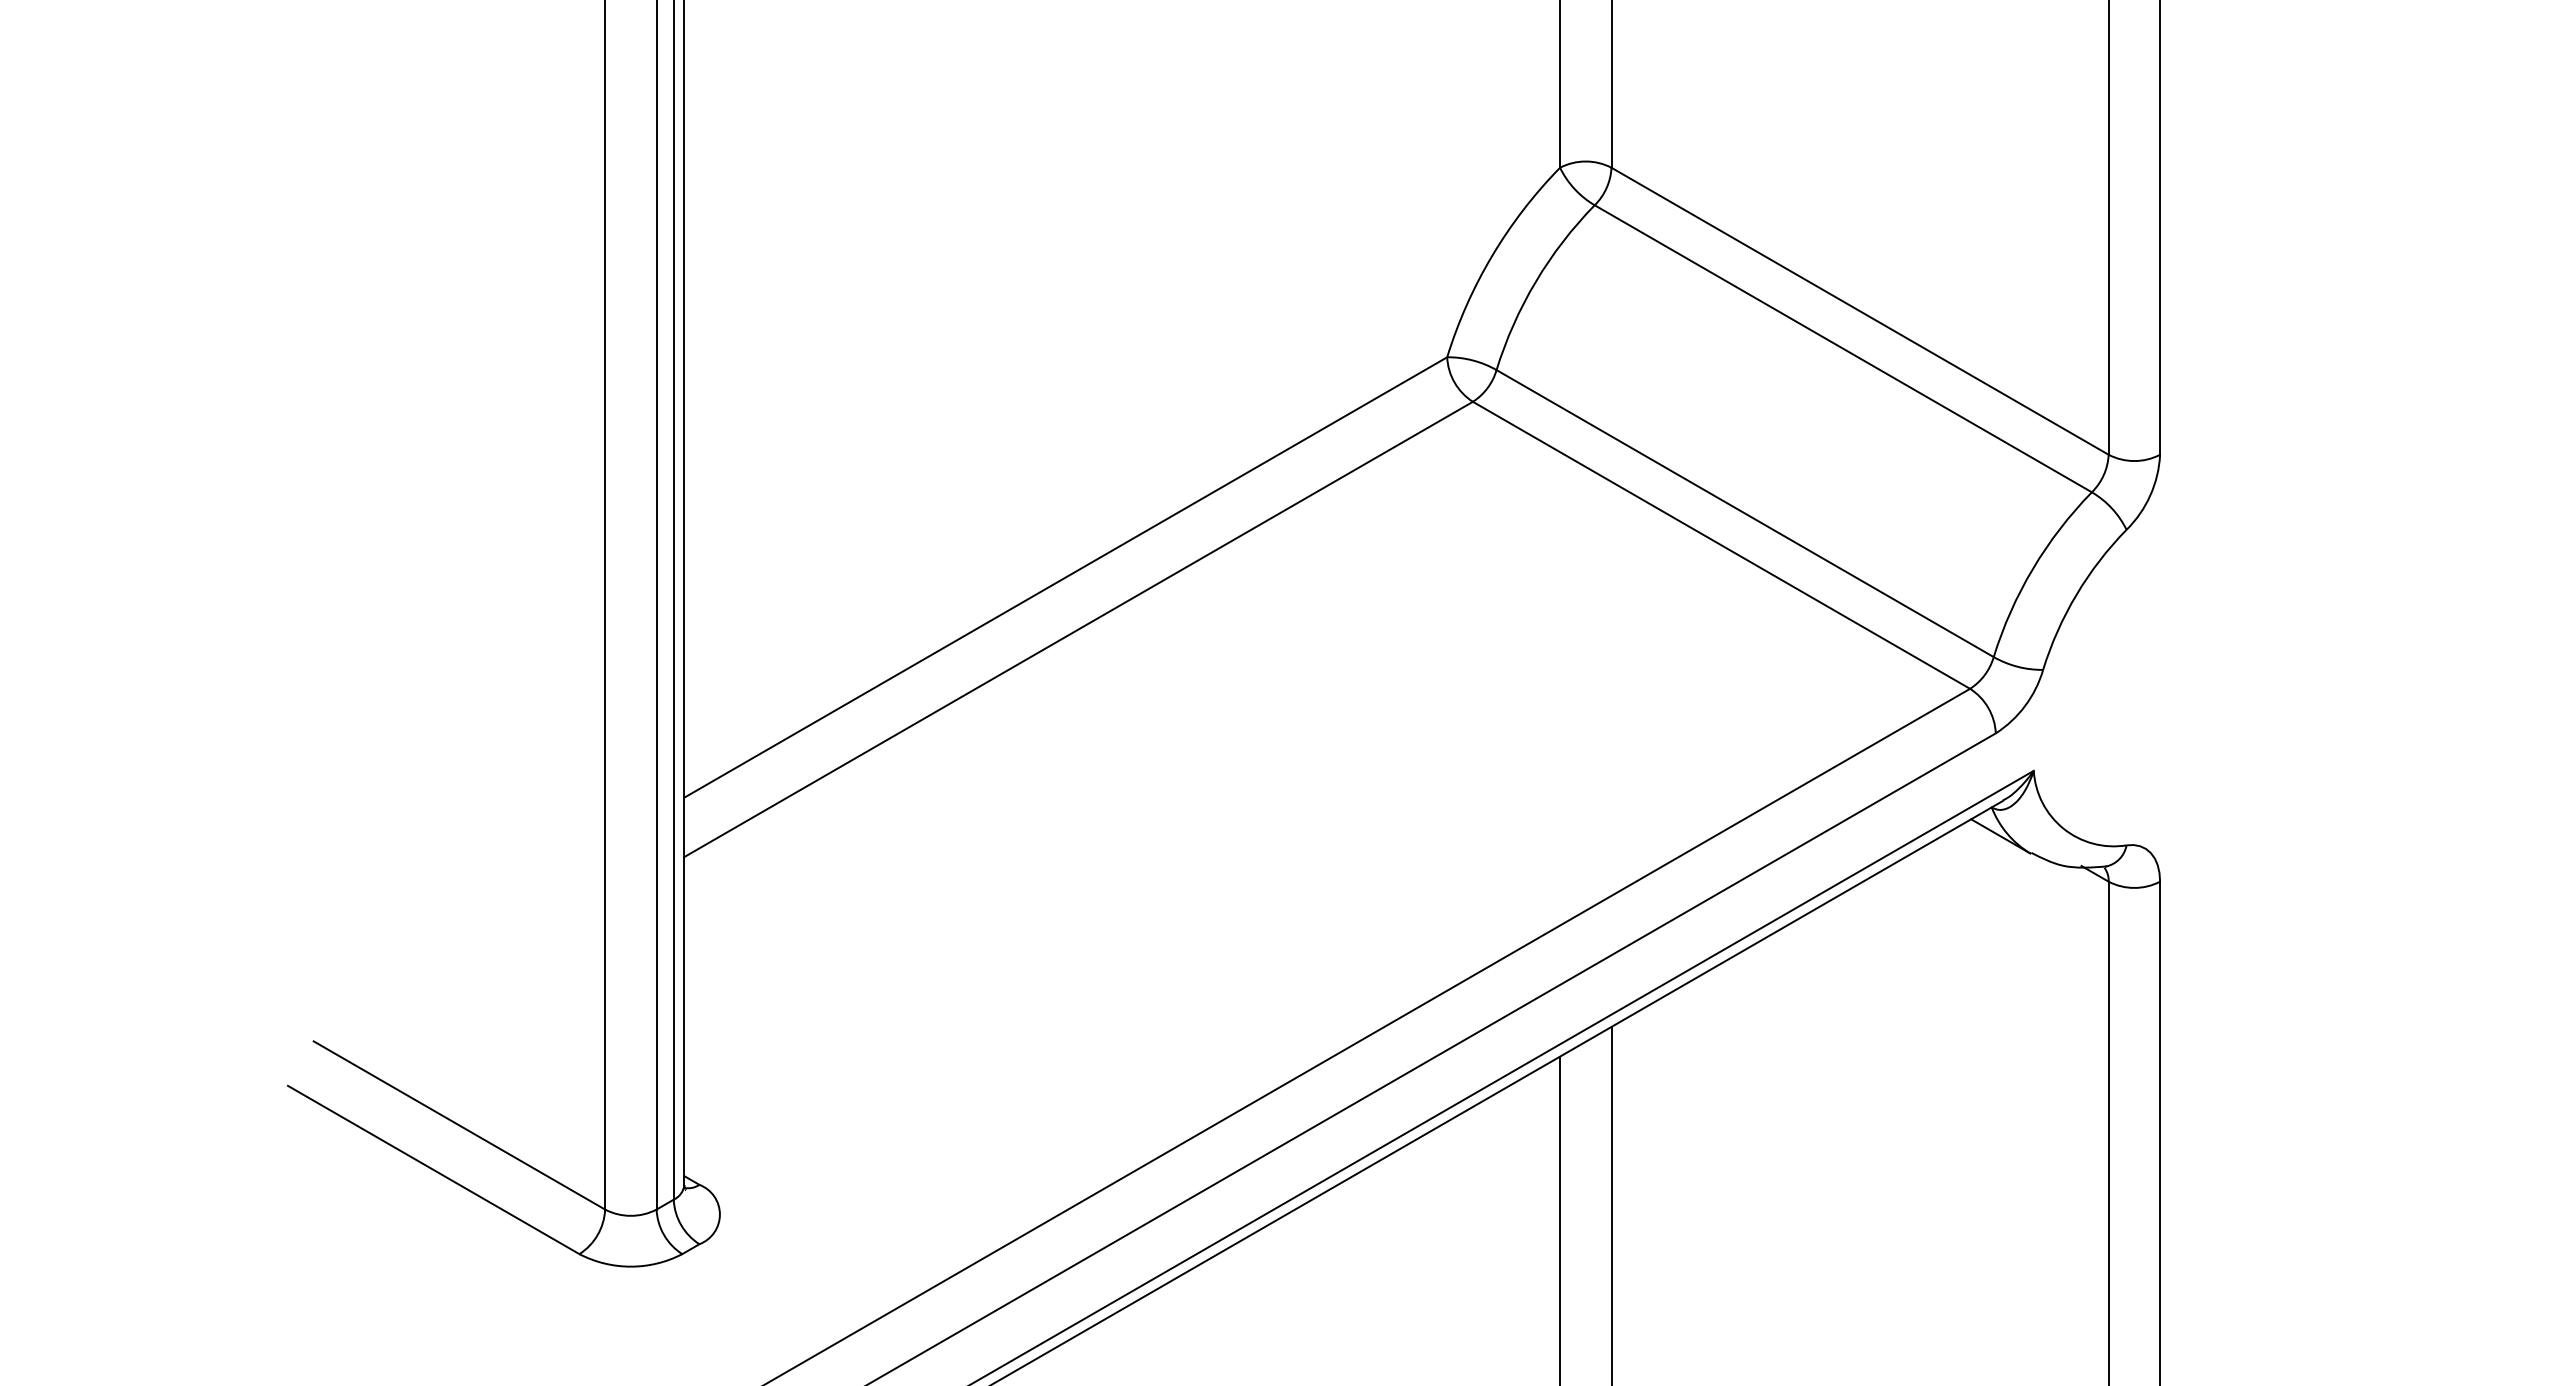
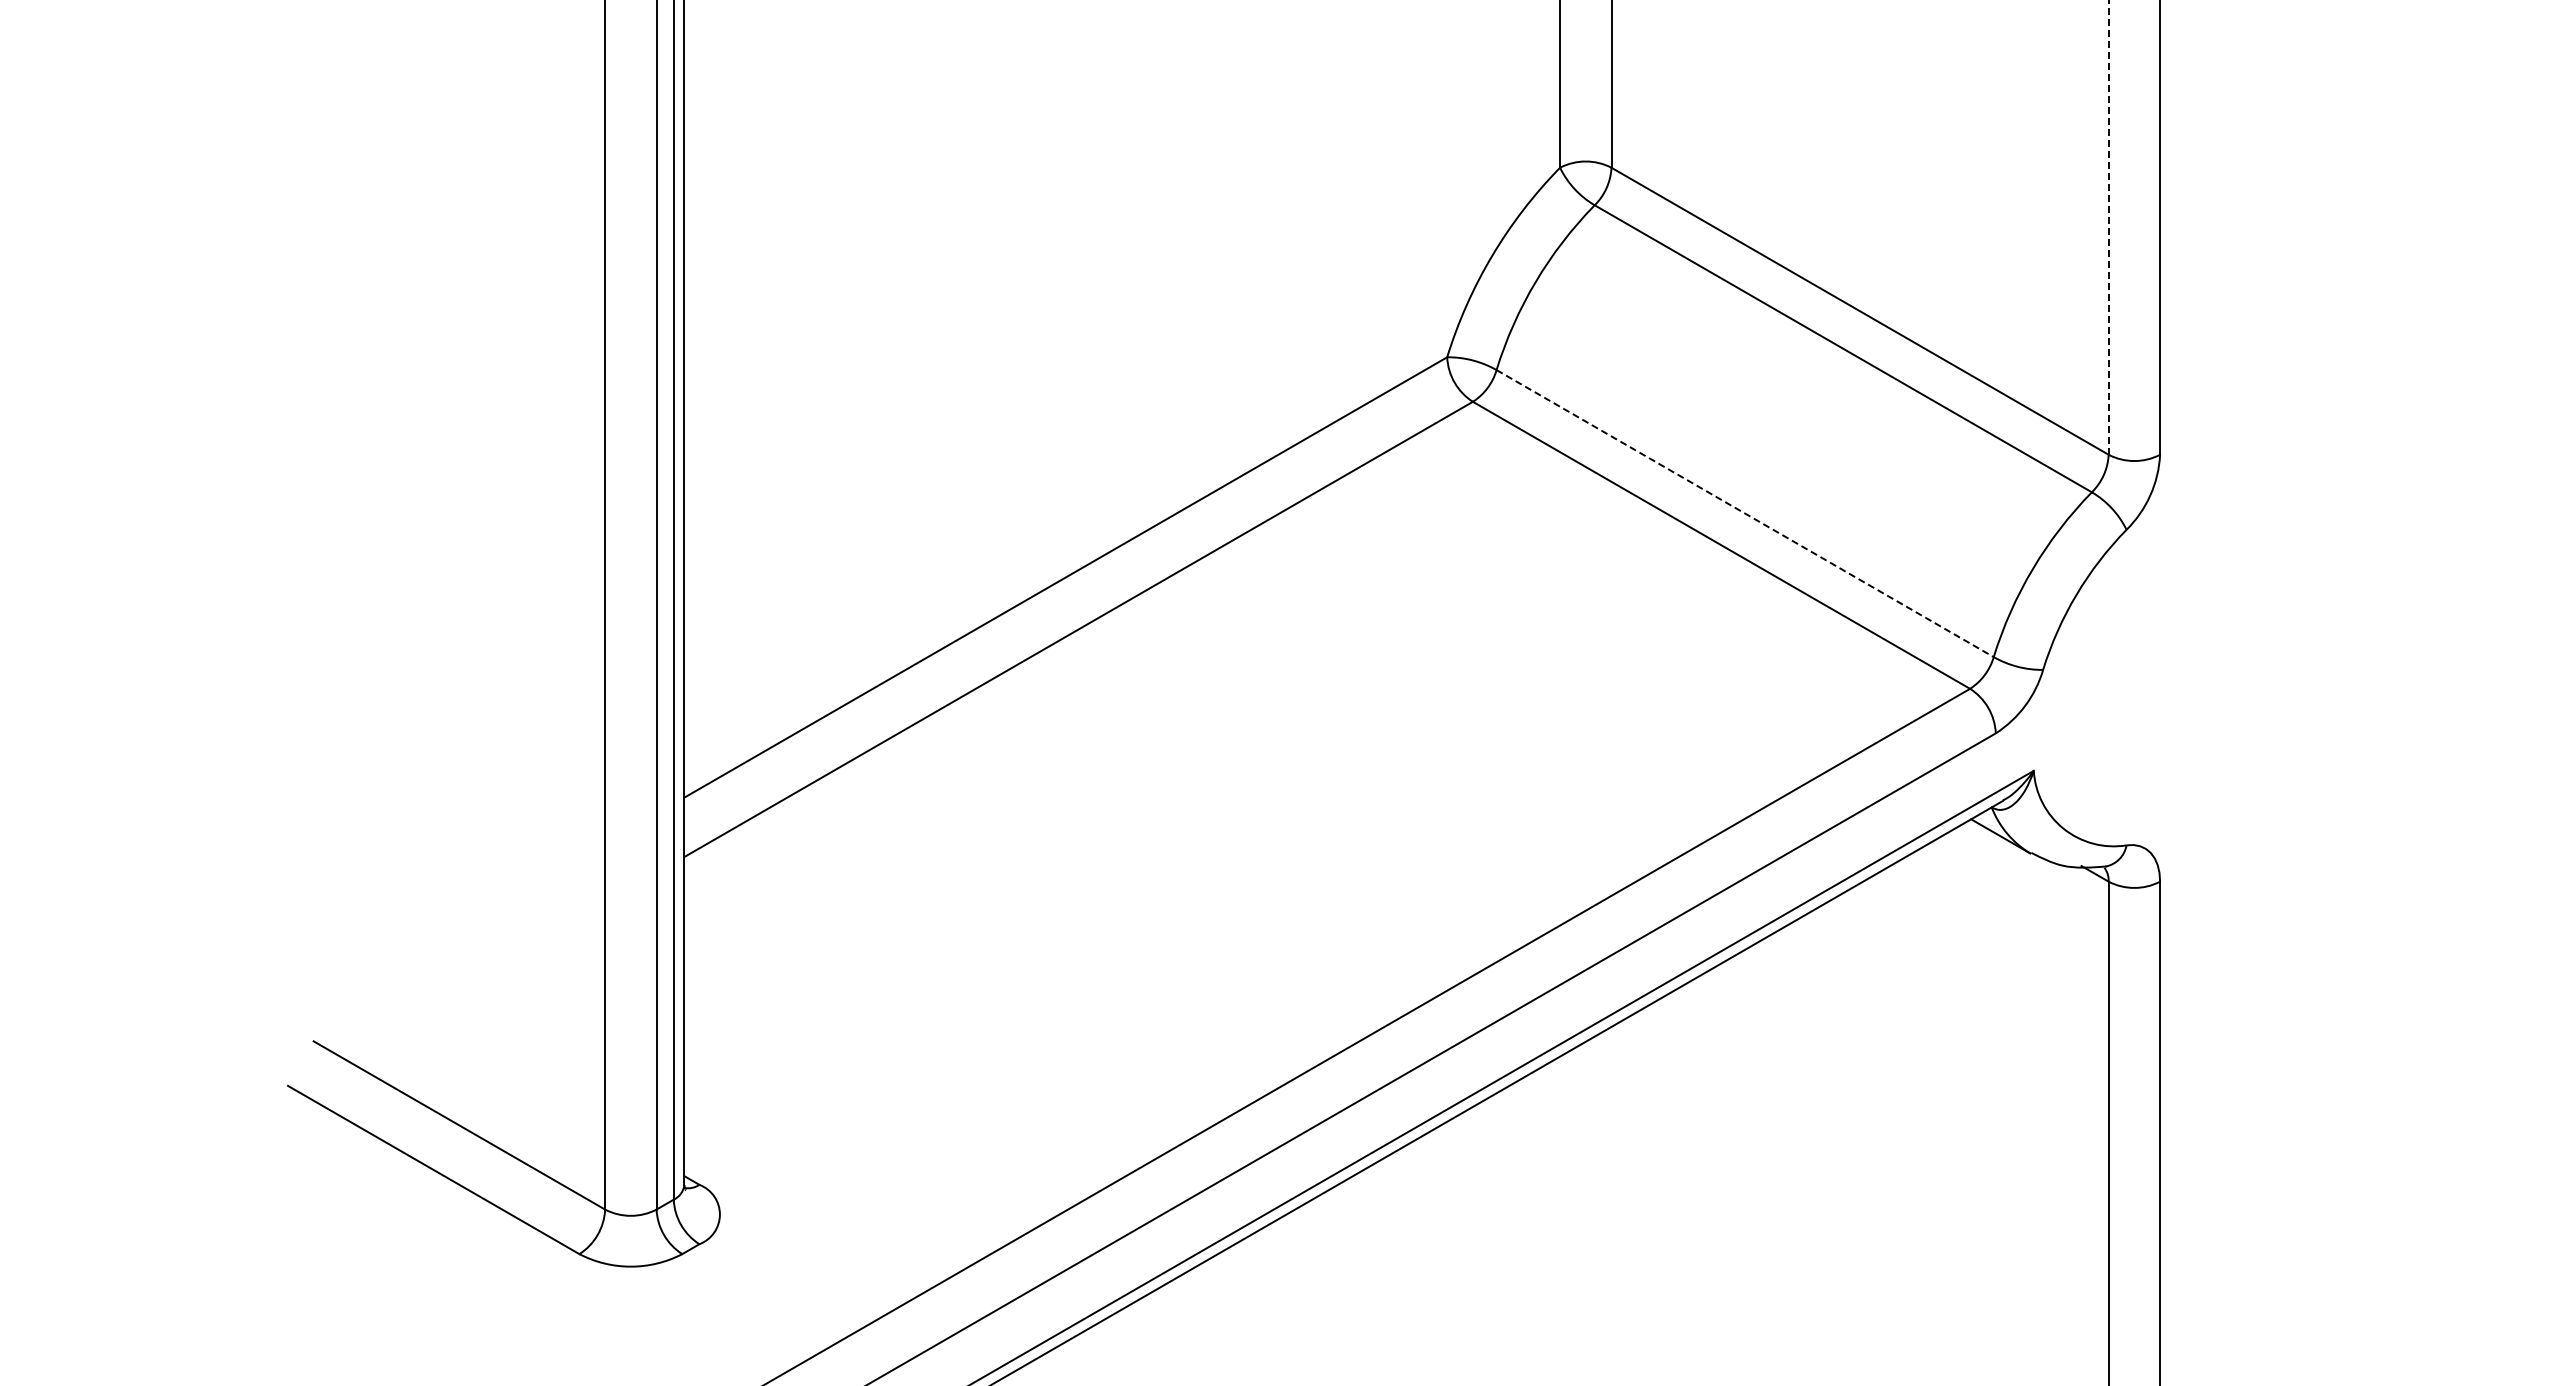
line at (2108, 227): solid -> dashed
line at (1745, 513): solid -> dashed
line at (1611, 1204): present -> none
line at (1560, 1219): present -> none
